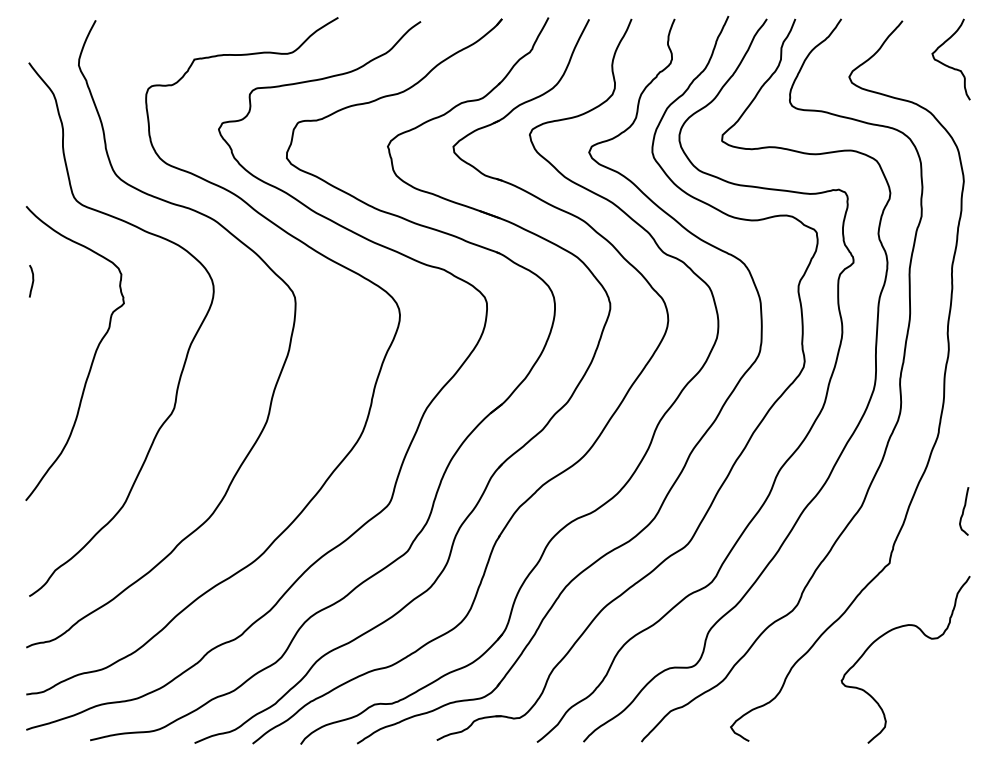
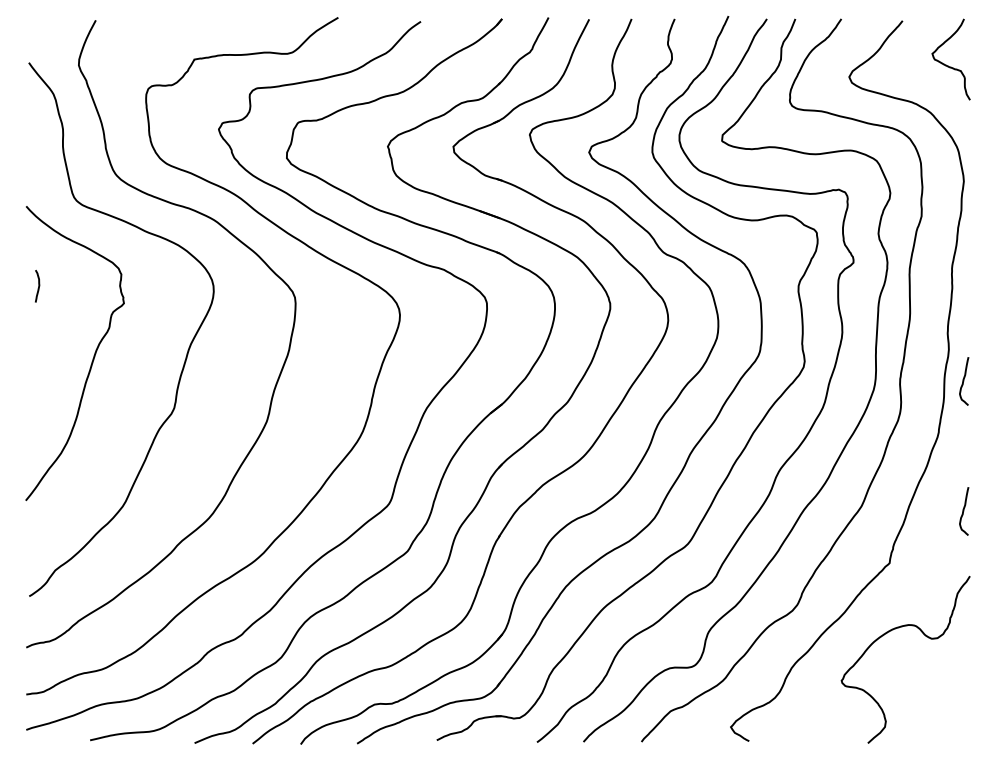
curve at (32, 281) position: (32, 281) -> (38, 286)
curve at (964, 381): none -> present
